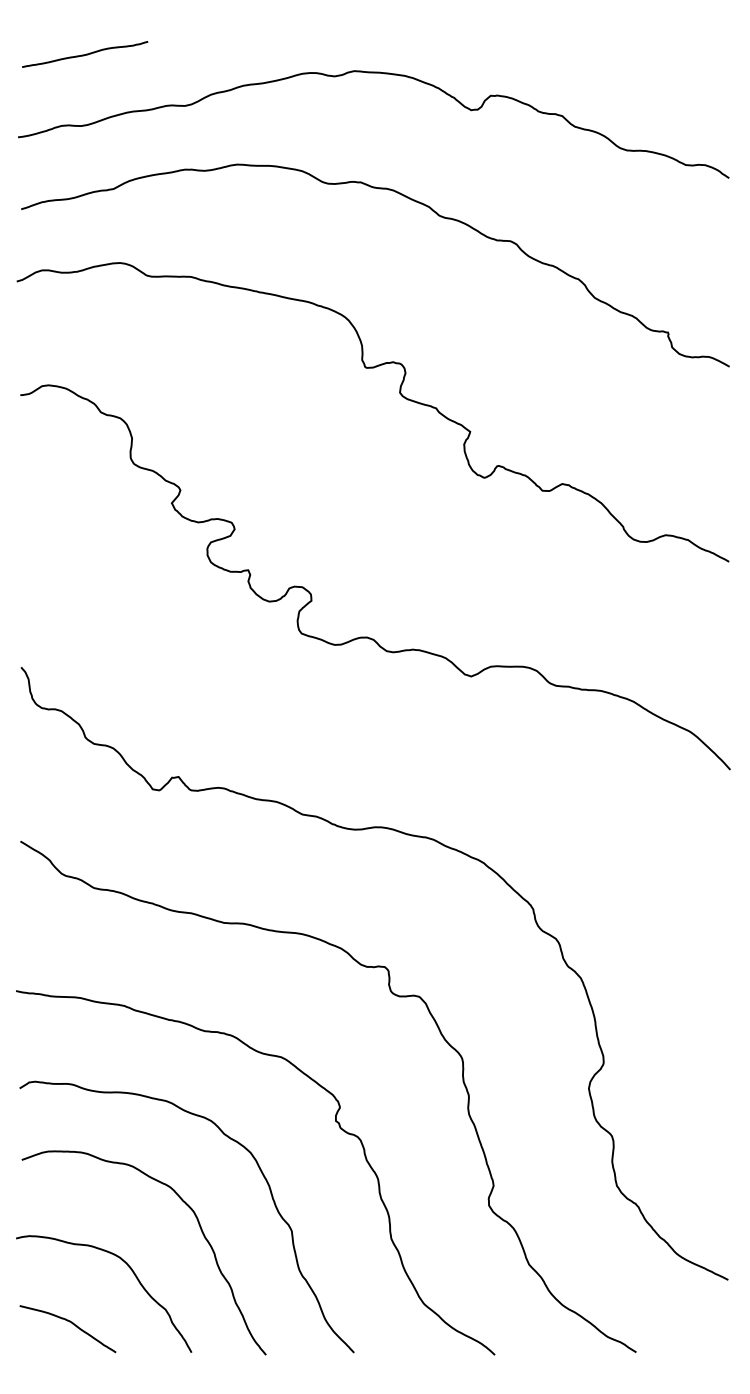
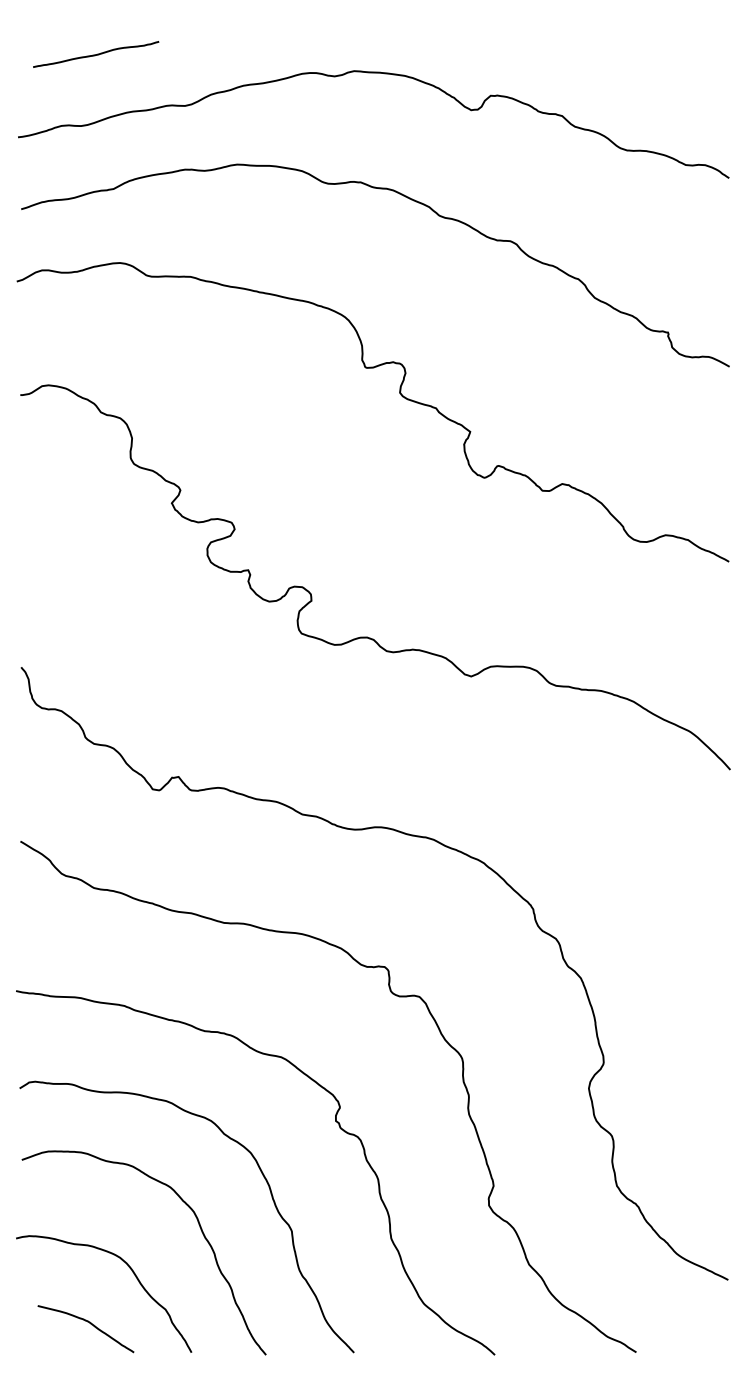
curve at (85, 54) position: (85, 54) -> (96, 54)
curve at (72, 1324) position: (72, 1324) -> (90, 1324)
